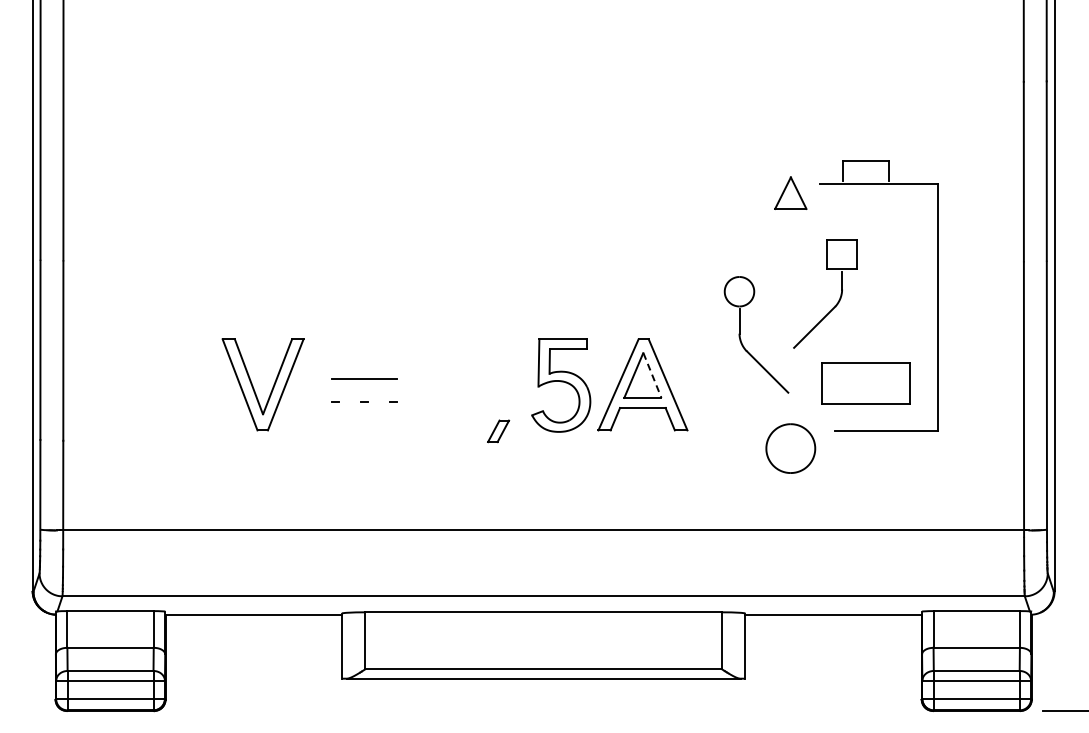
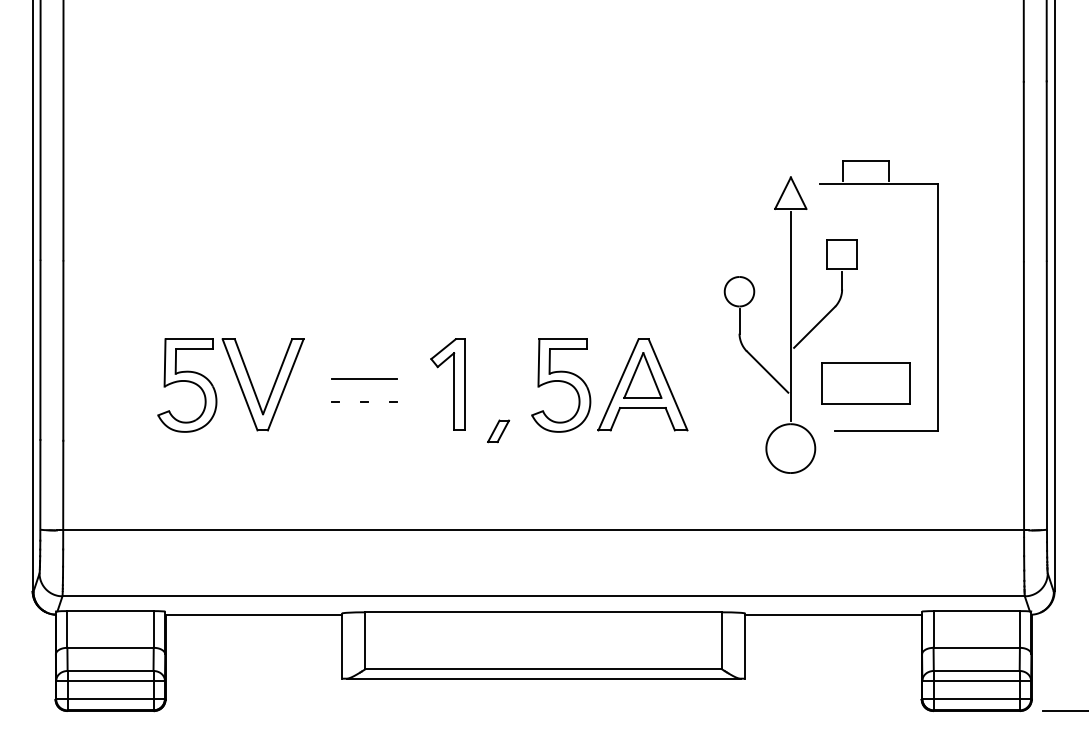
line at (790, 316): none -> present
line at (652, 376): dashed -> solid
part at (447, 384): none -> present
part at (187, 385): none -> present
